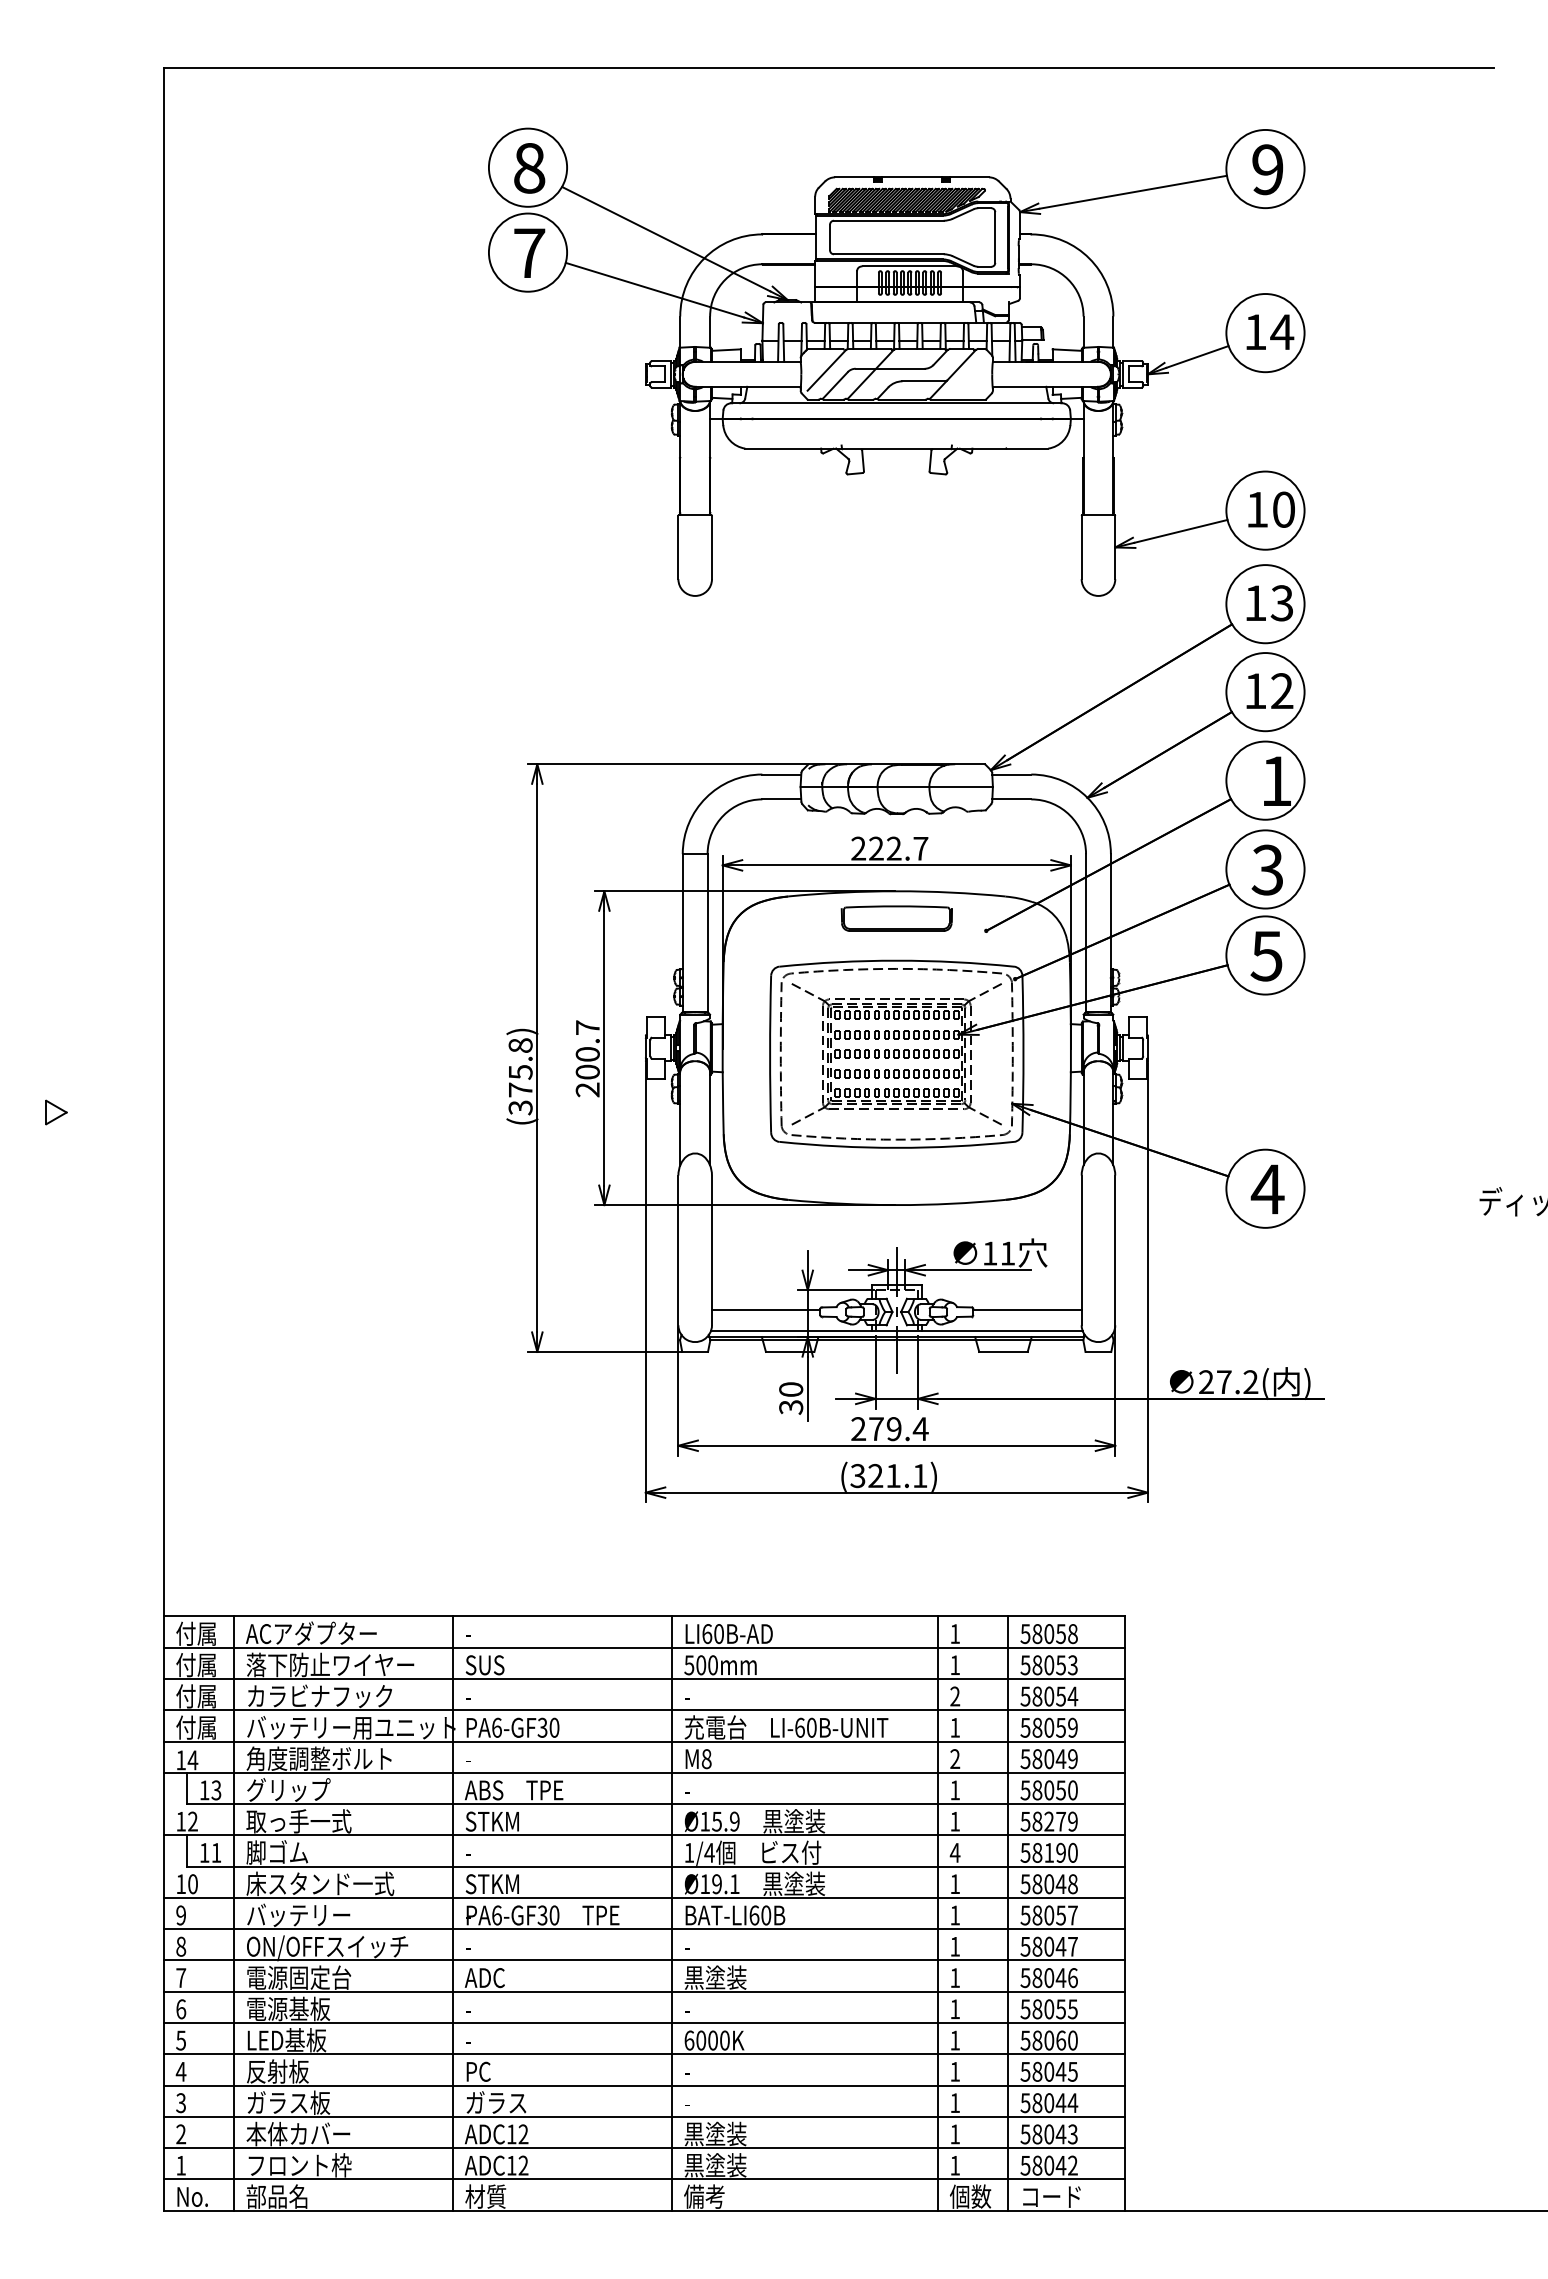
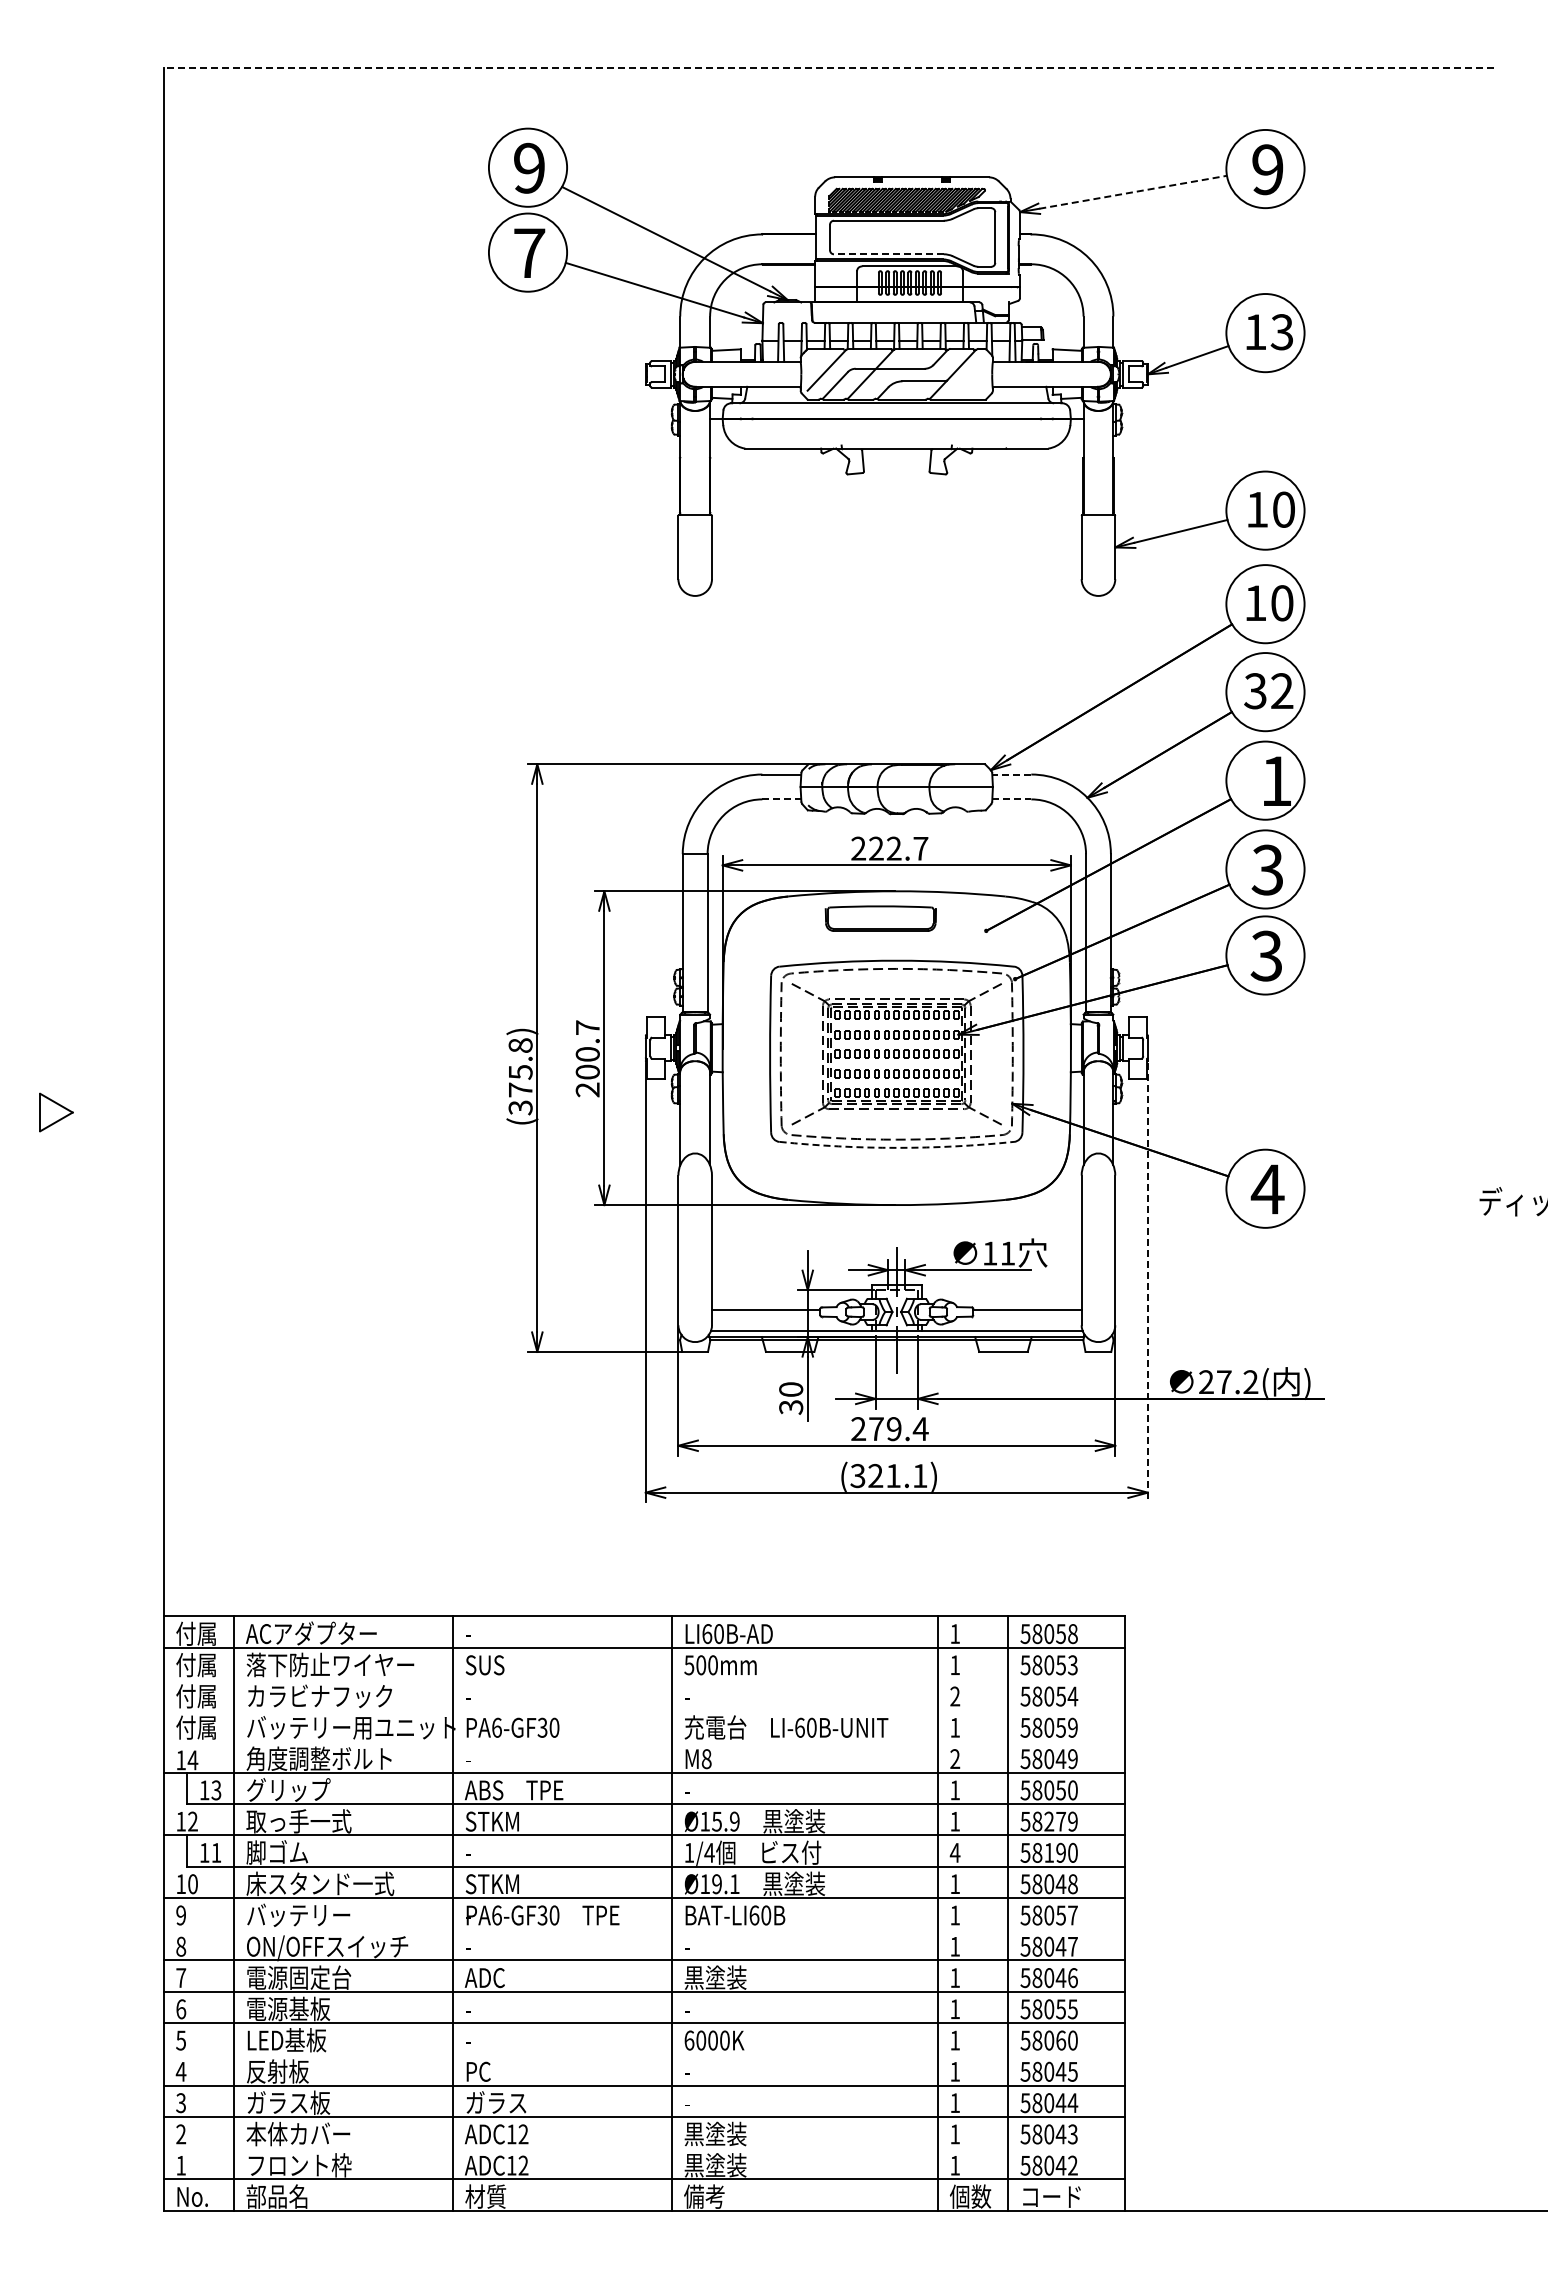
line at (828, 68): solid -> dashed
text at (529, 167): 8 -> 9
line at (1133, 192): solid -> dashed
line at (888, 254): solid -> dashed
text at (1282, 332): 14 -> 13
text at (1281, 603): 13 -> 10
text at (1255, 691): 12 -> 32
line at (1011, 774): solid -> dashed
line at (782, 799): solid -> dashed
line at (1011, 799): solid -> dashed
part at (896, 918) position: (896, 918) -> (880, 918)
text at (1266, 955): 5 -> 3
part at (56, 1112) size: 23x27 px -> 35x41 px
arc at (896, 1147): solid -> dashed
line at (1147, 1282): solid -> dashed
line at (644, 1678): present -> none
line at (644, 1710): present -> none
line at (644, 1741): present -> none
line at (644, 1929): present -> none
line at (644, 2054): present -> none
line at (644, 2148): present -> none
